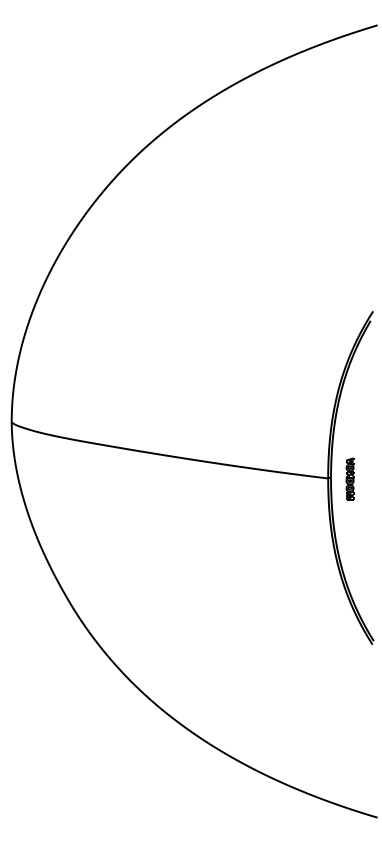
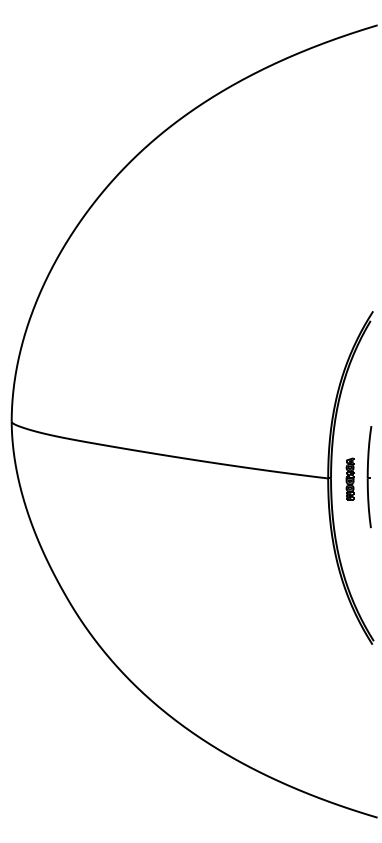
part at (369, 477): none -> present
